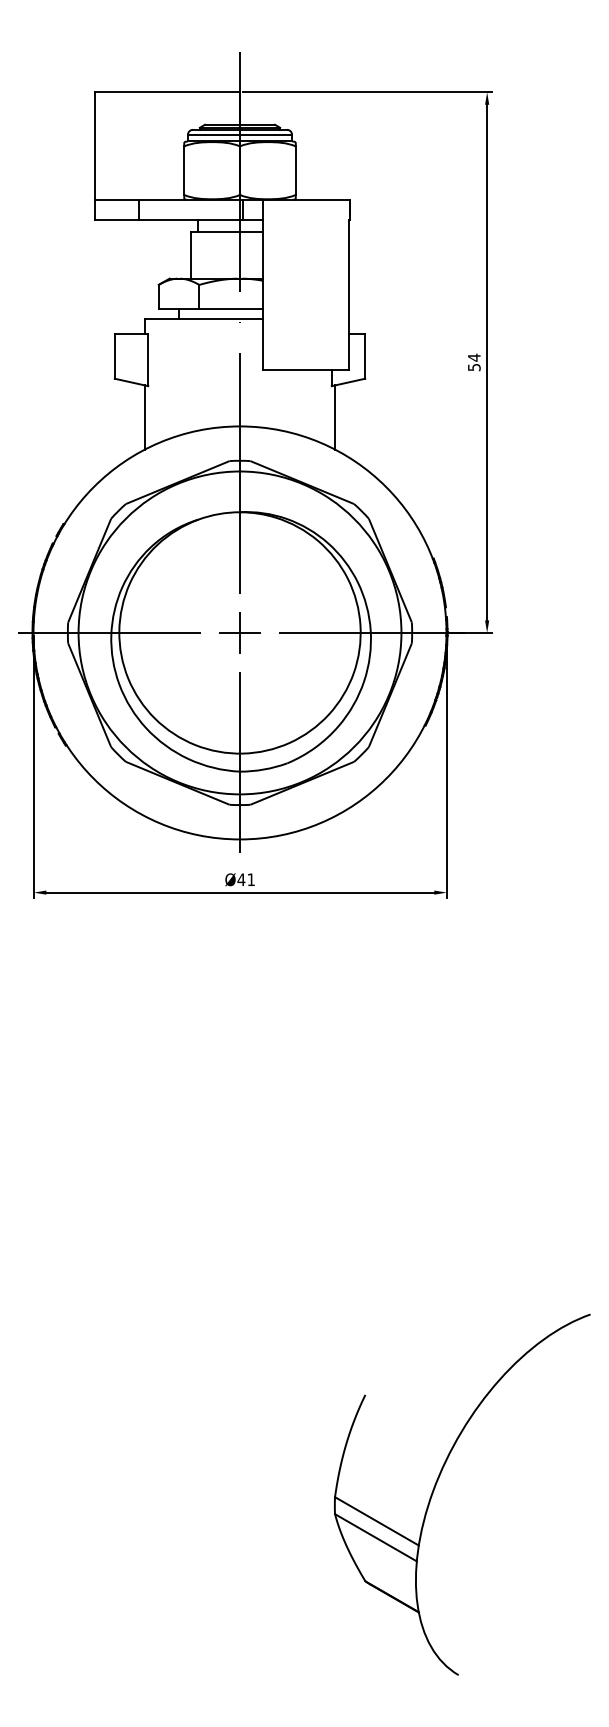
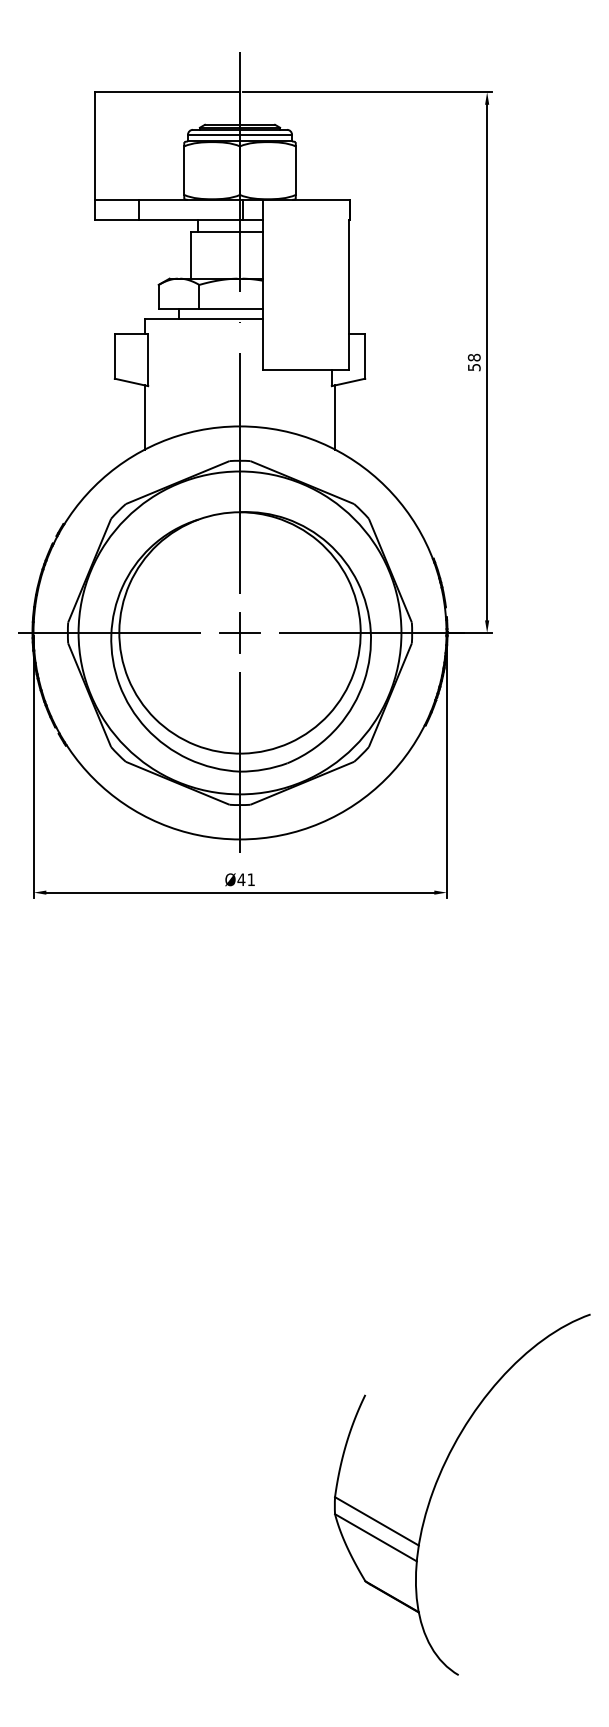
text at (473, 357): 54 -> 58
